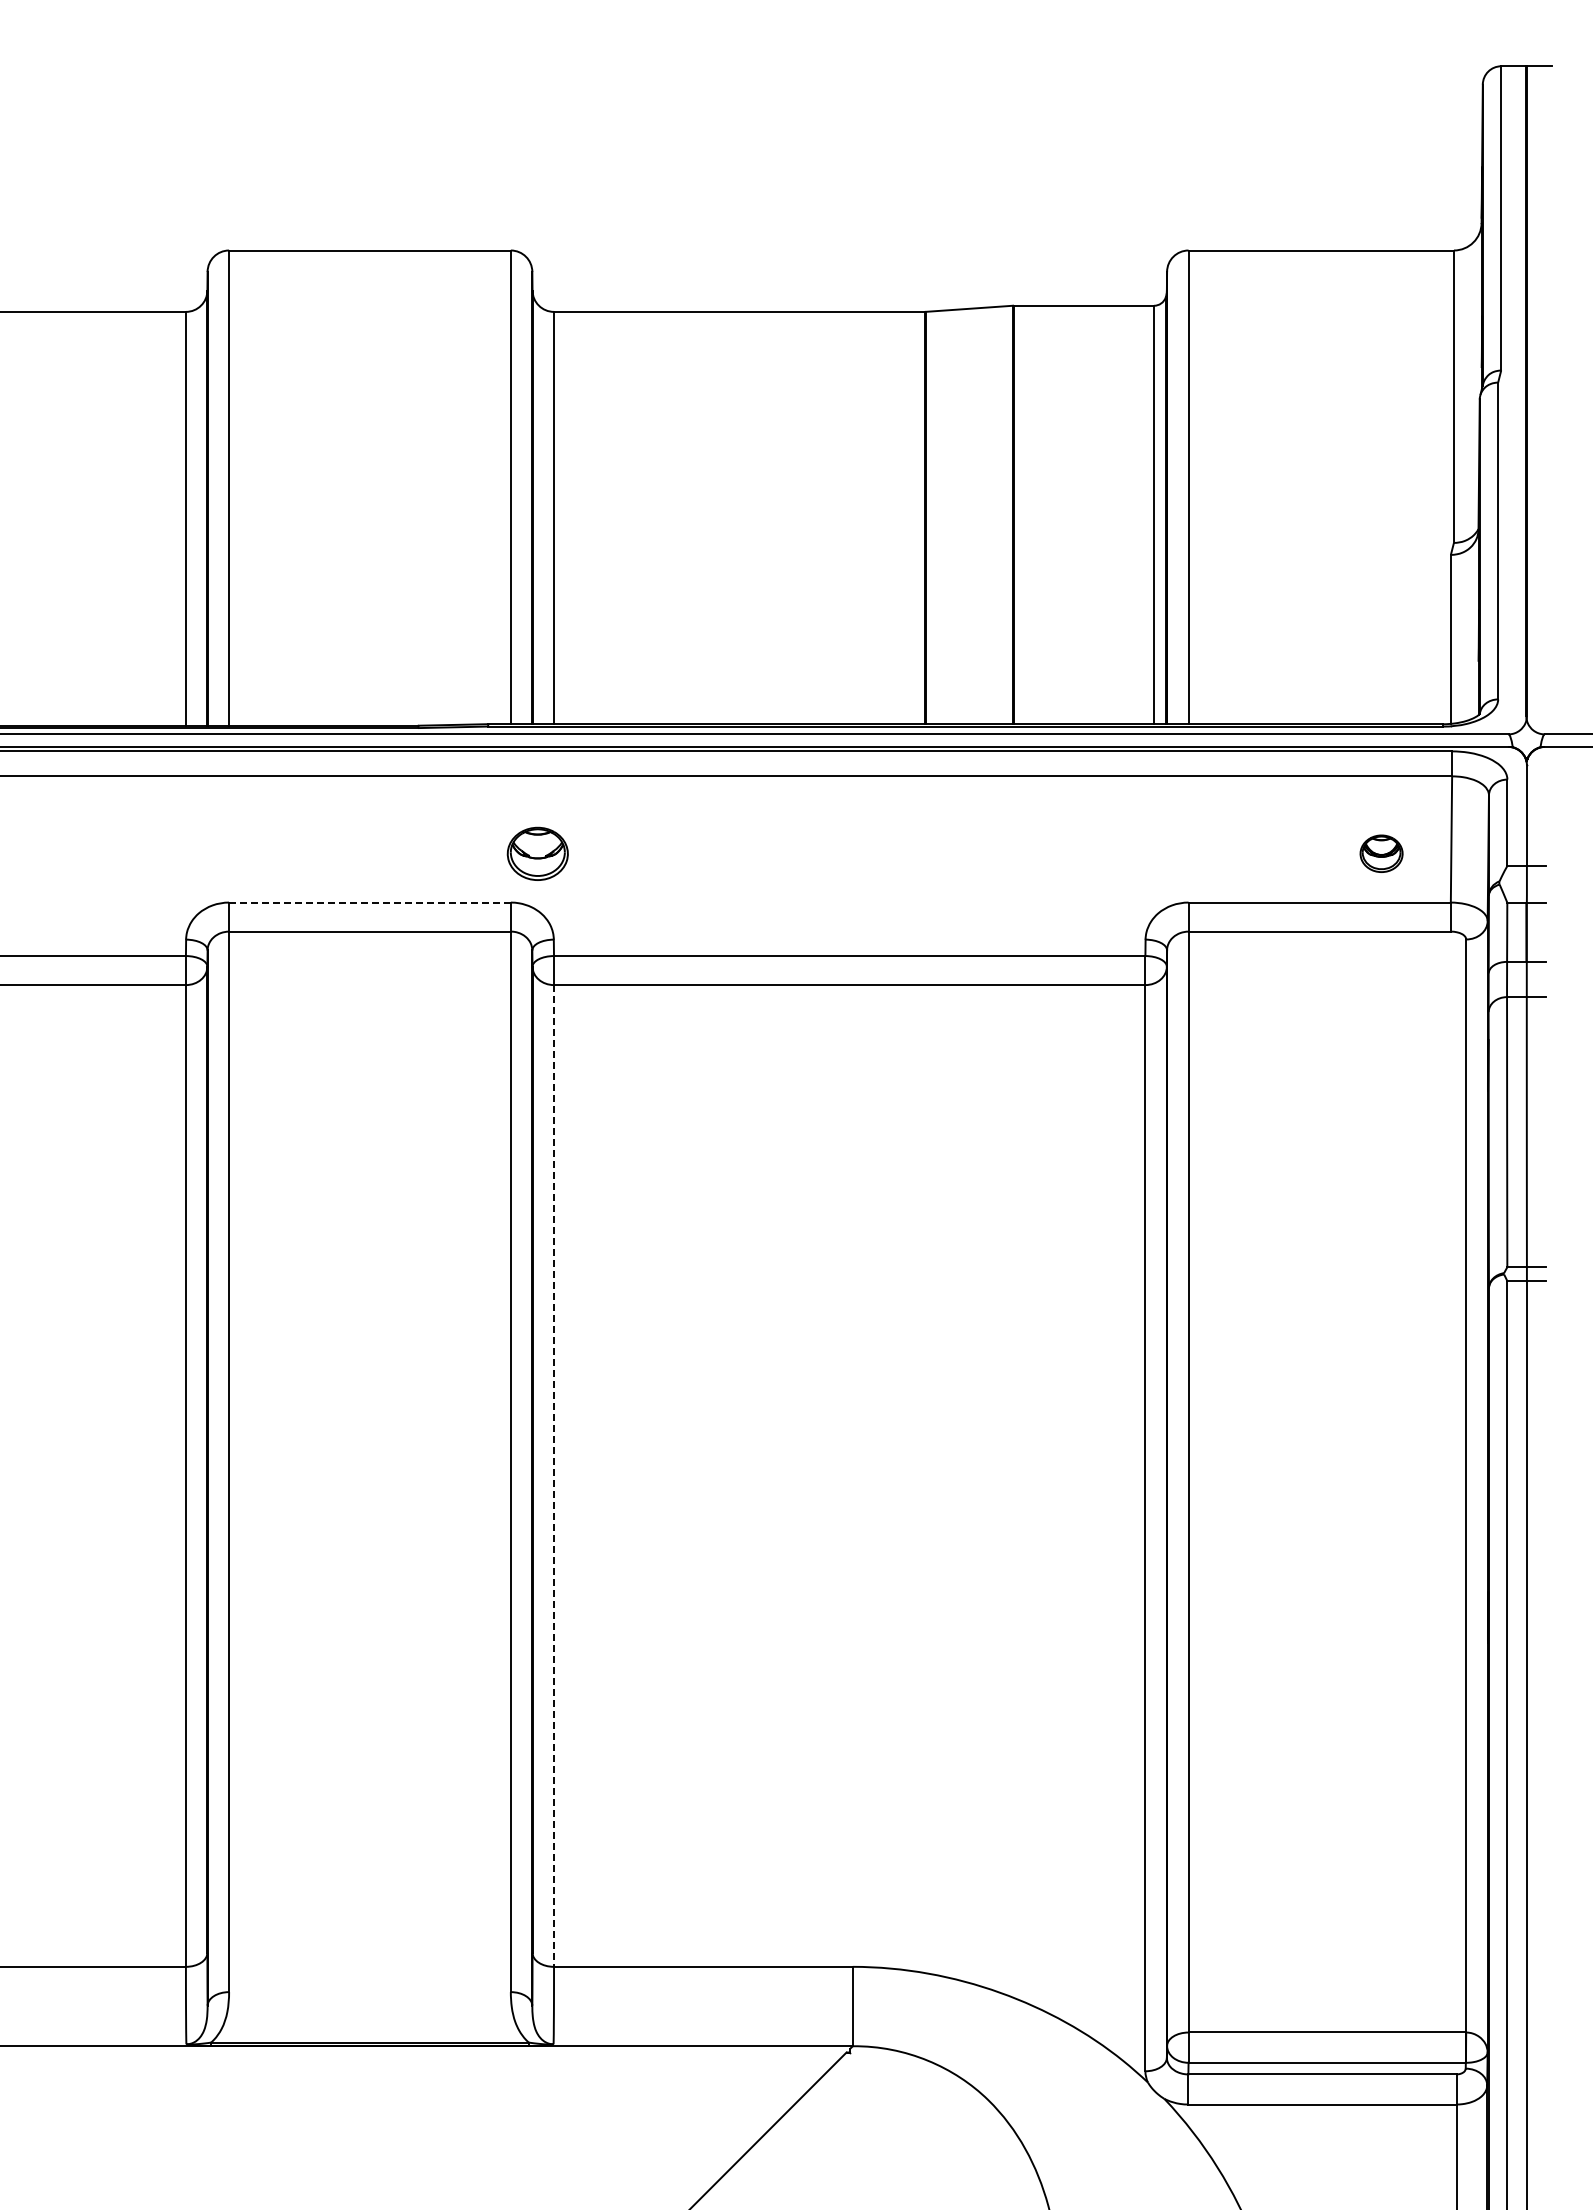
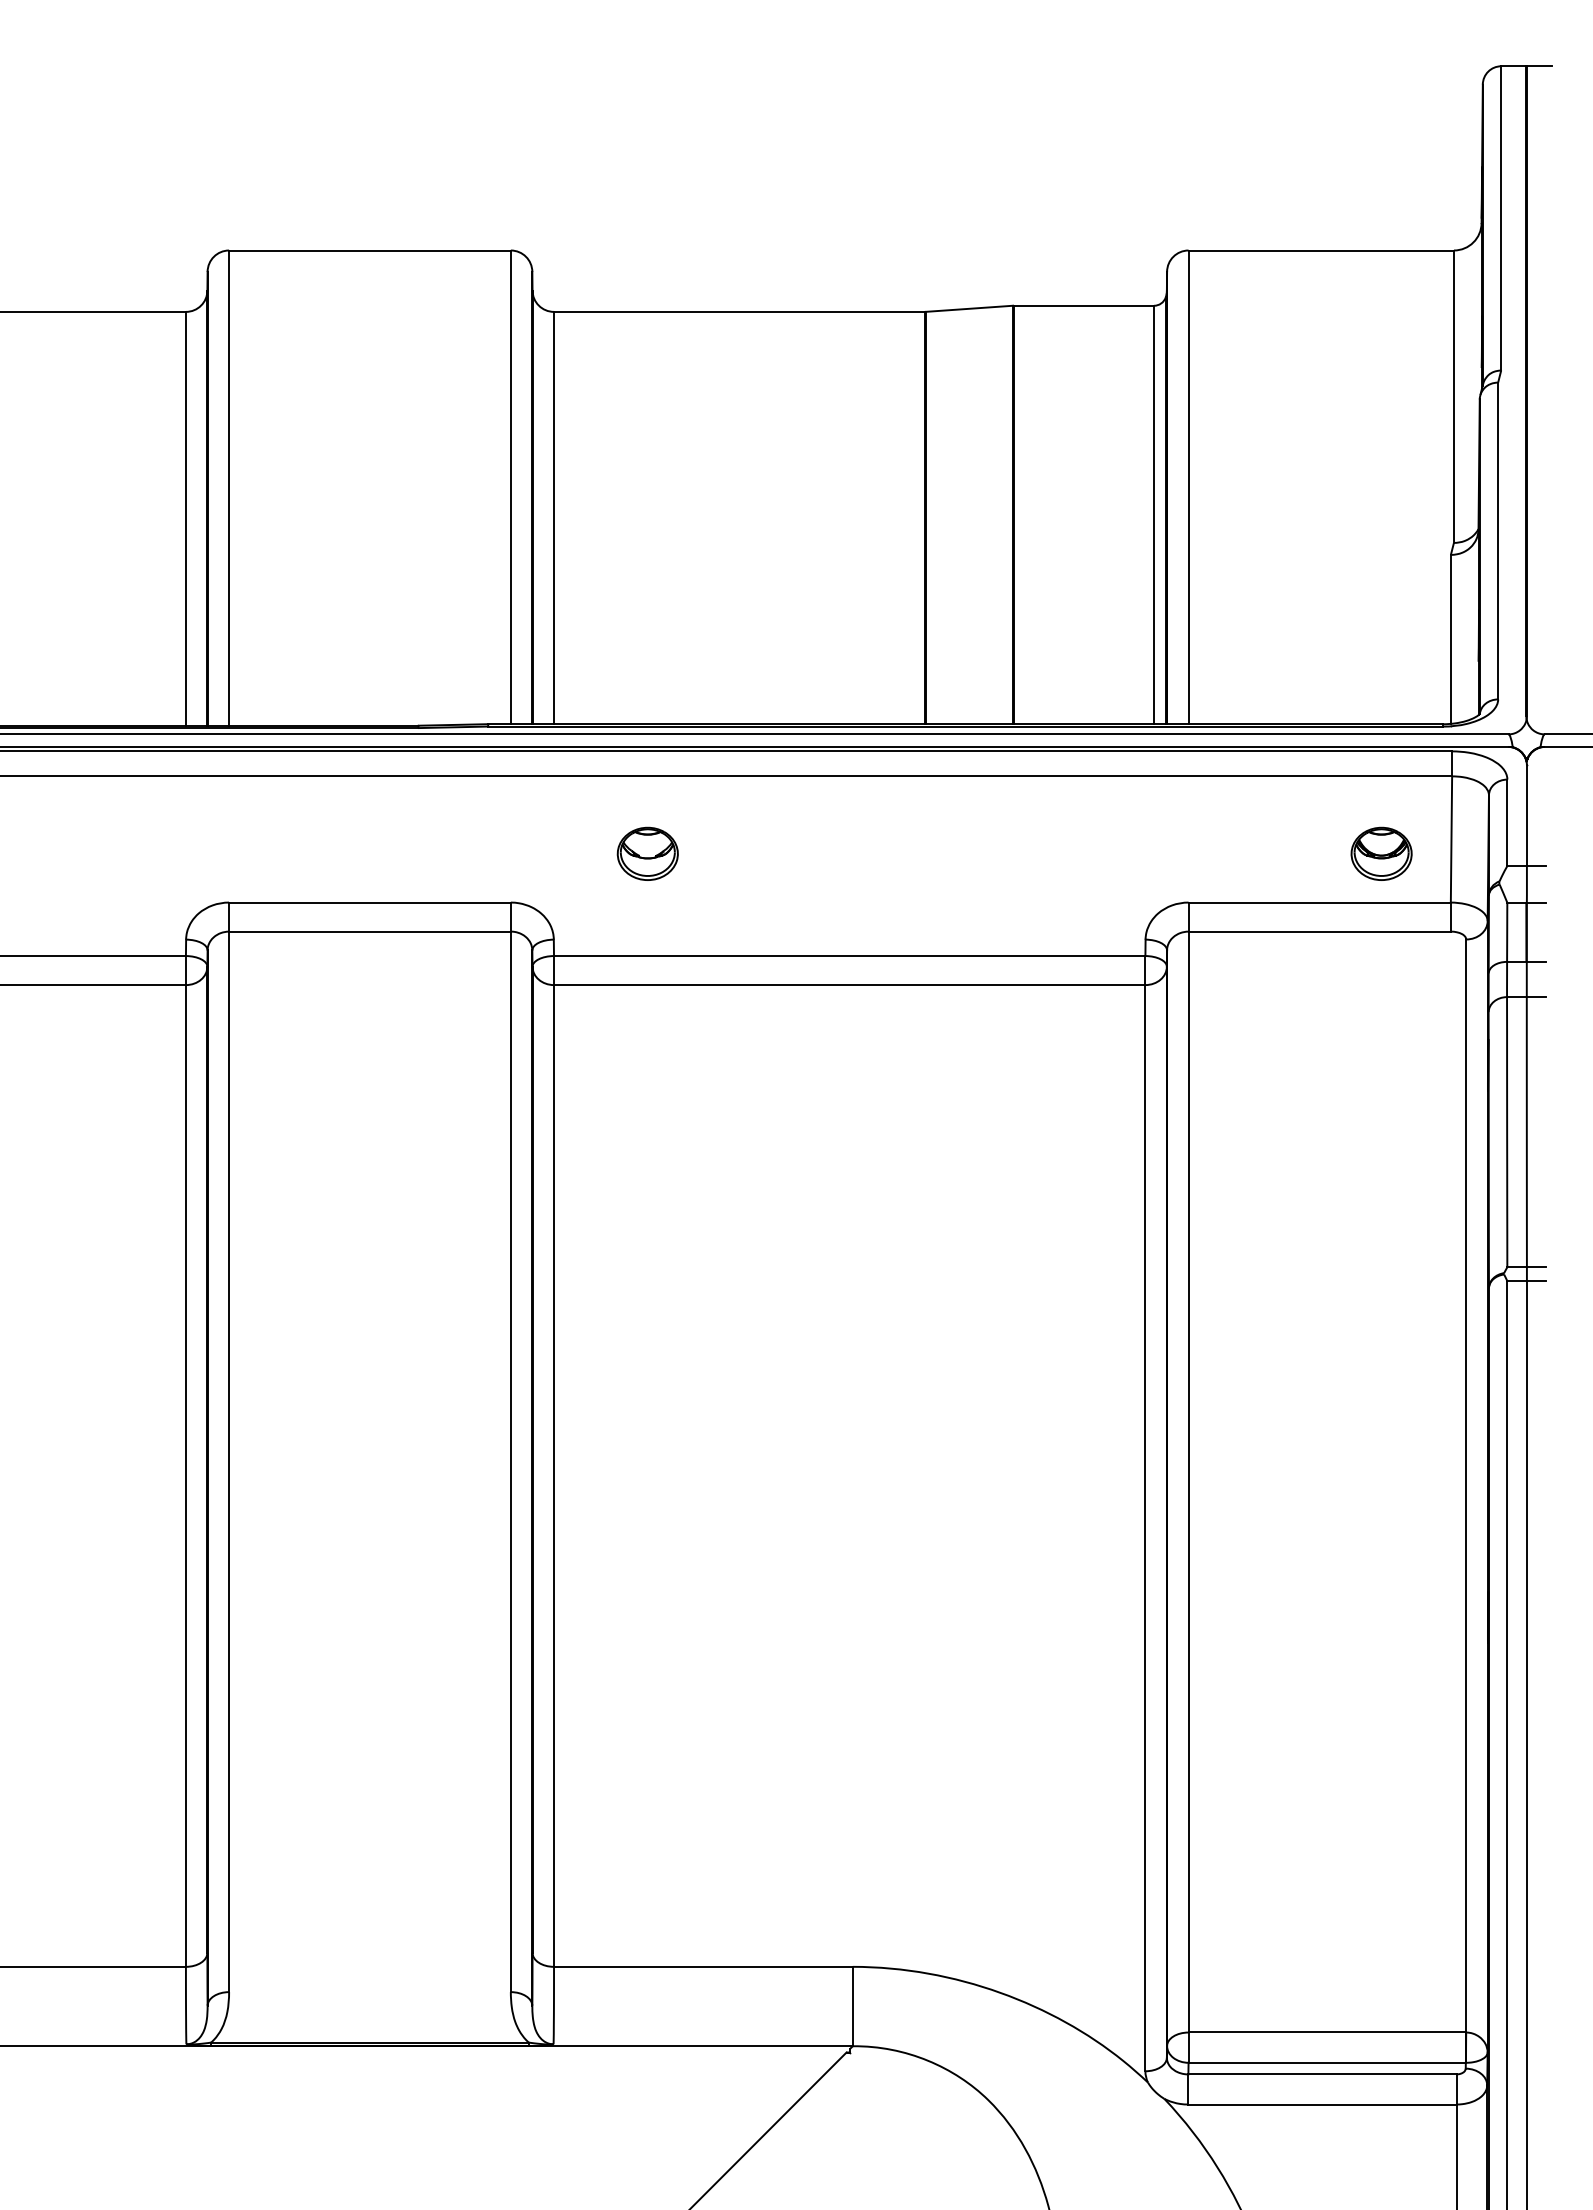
part at (537, 853) position: (537, 853) -> (647, 853)
part at (1381, 853) size: 45x39 px -> 63x55 px
line at (369, 902): dashed -> solid
line at (554, 1475): dashed -> solid
